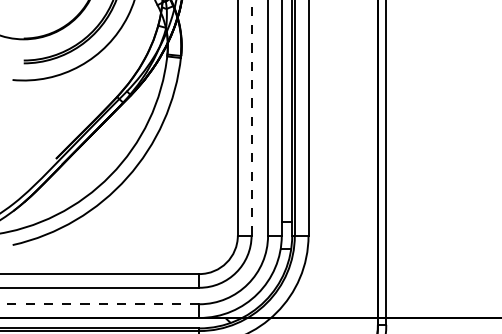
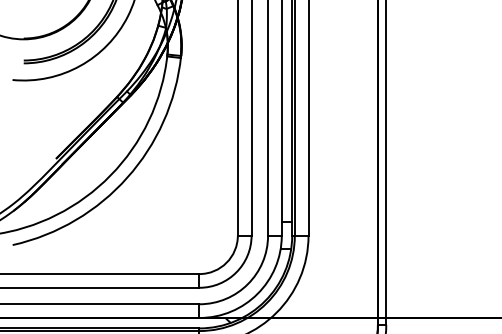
line at (251, 117): dashed -> solid
line at (99, 304): dashed -> solid
